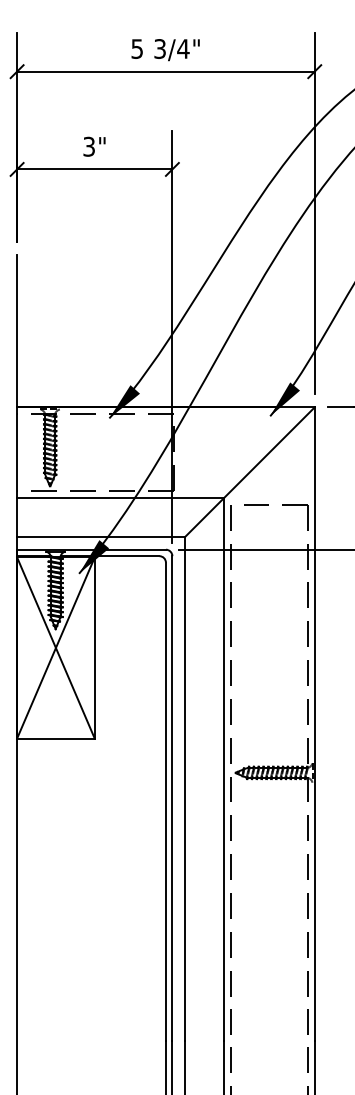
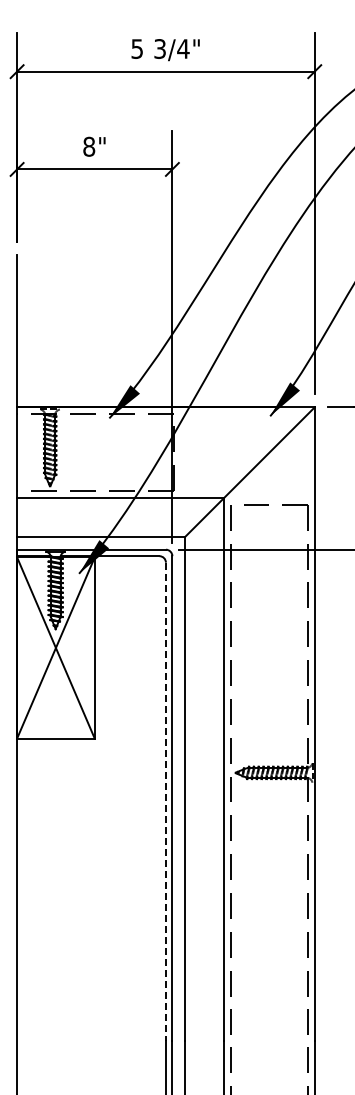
text at (89, 146): 3" -> 8"
line at (165, 802): solid -> dashed
